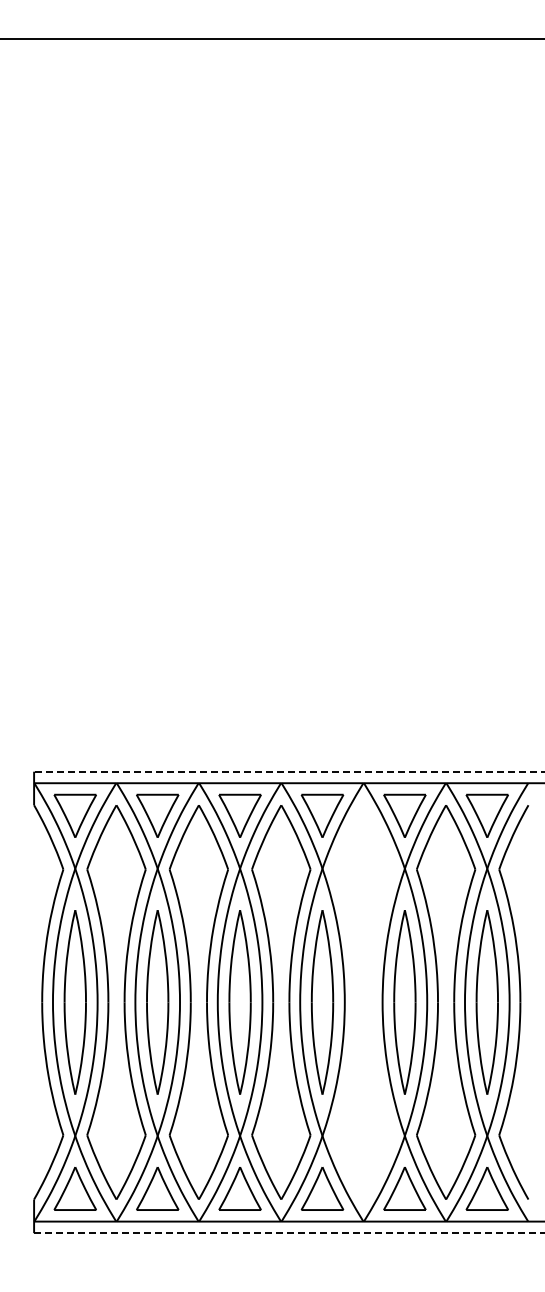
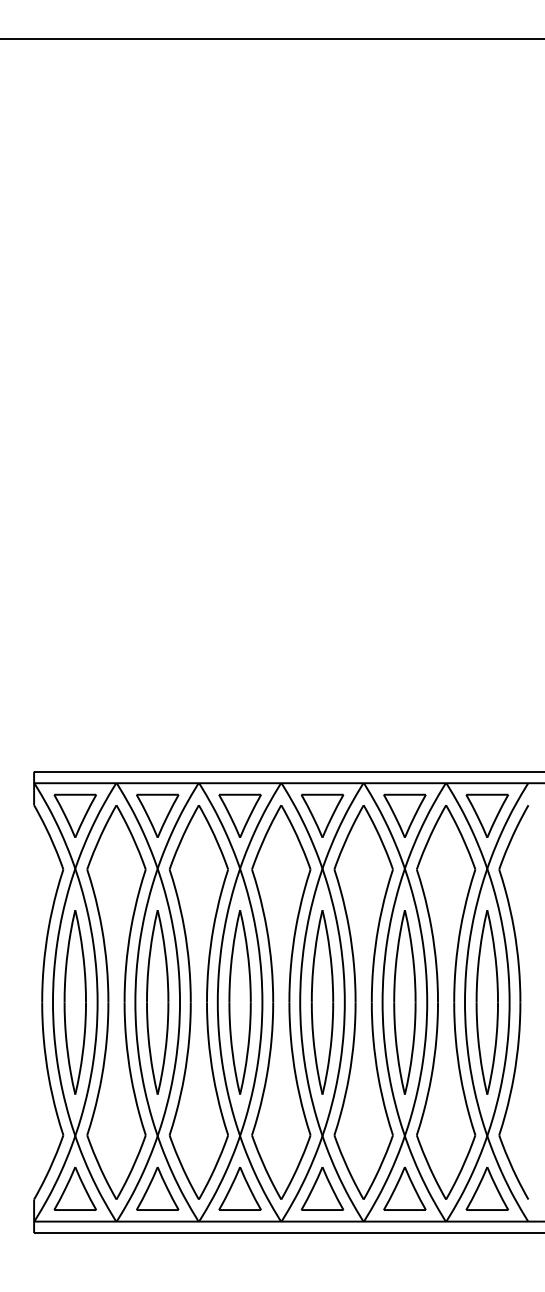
line at (289, 771): dashed -> solid
part at (363, 1002): none -> present
line at (290, 1233): dashed -> solid
